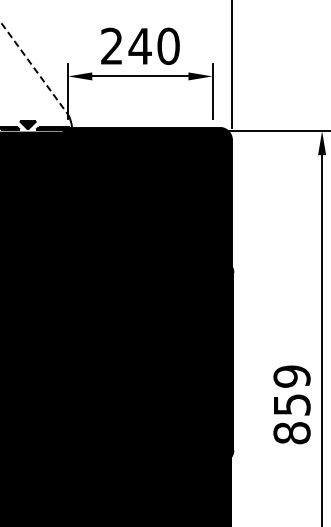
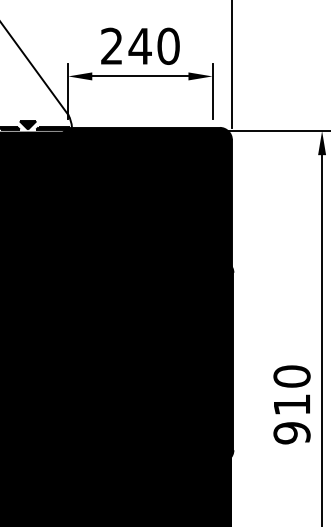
line at (34, 68): dashed -> solid
text at (291, 404): 859 -> 910
